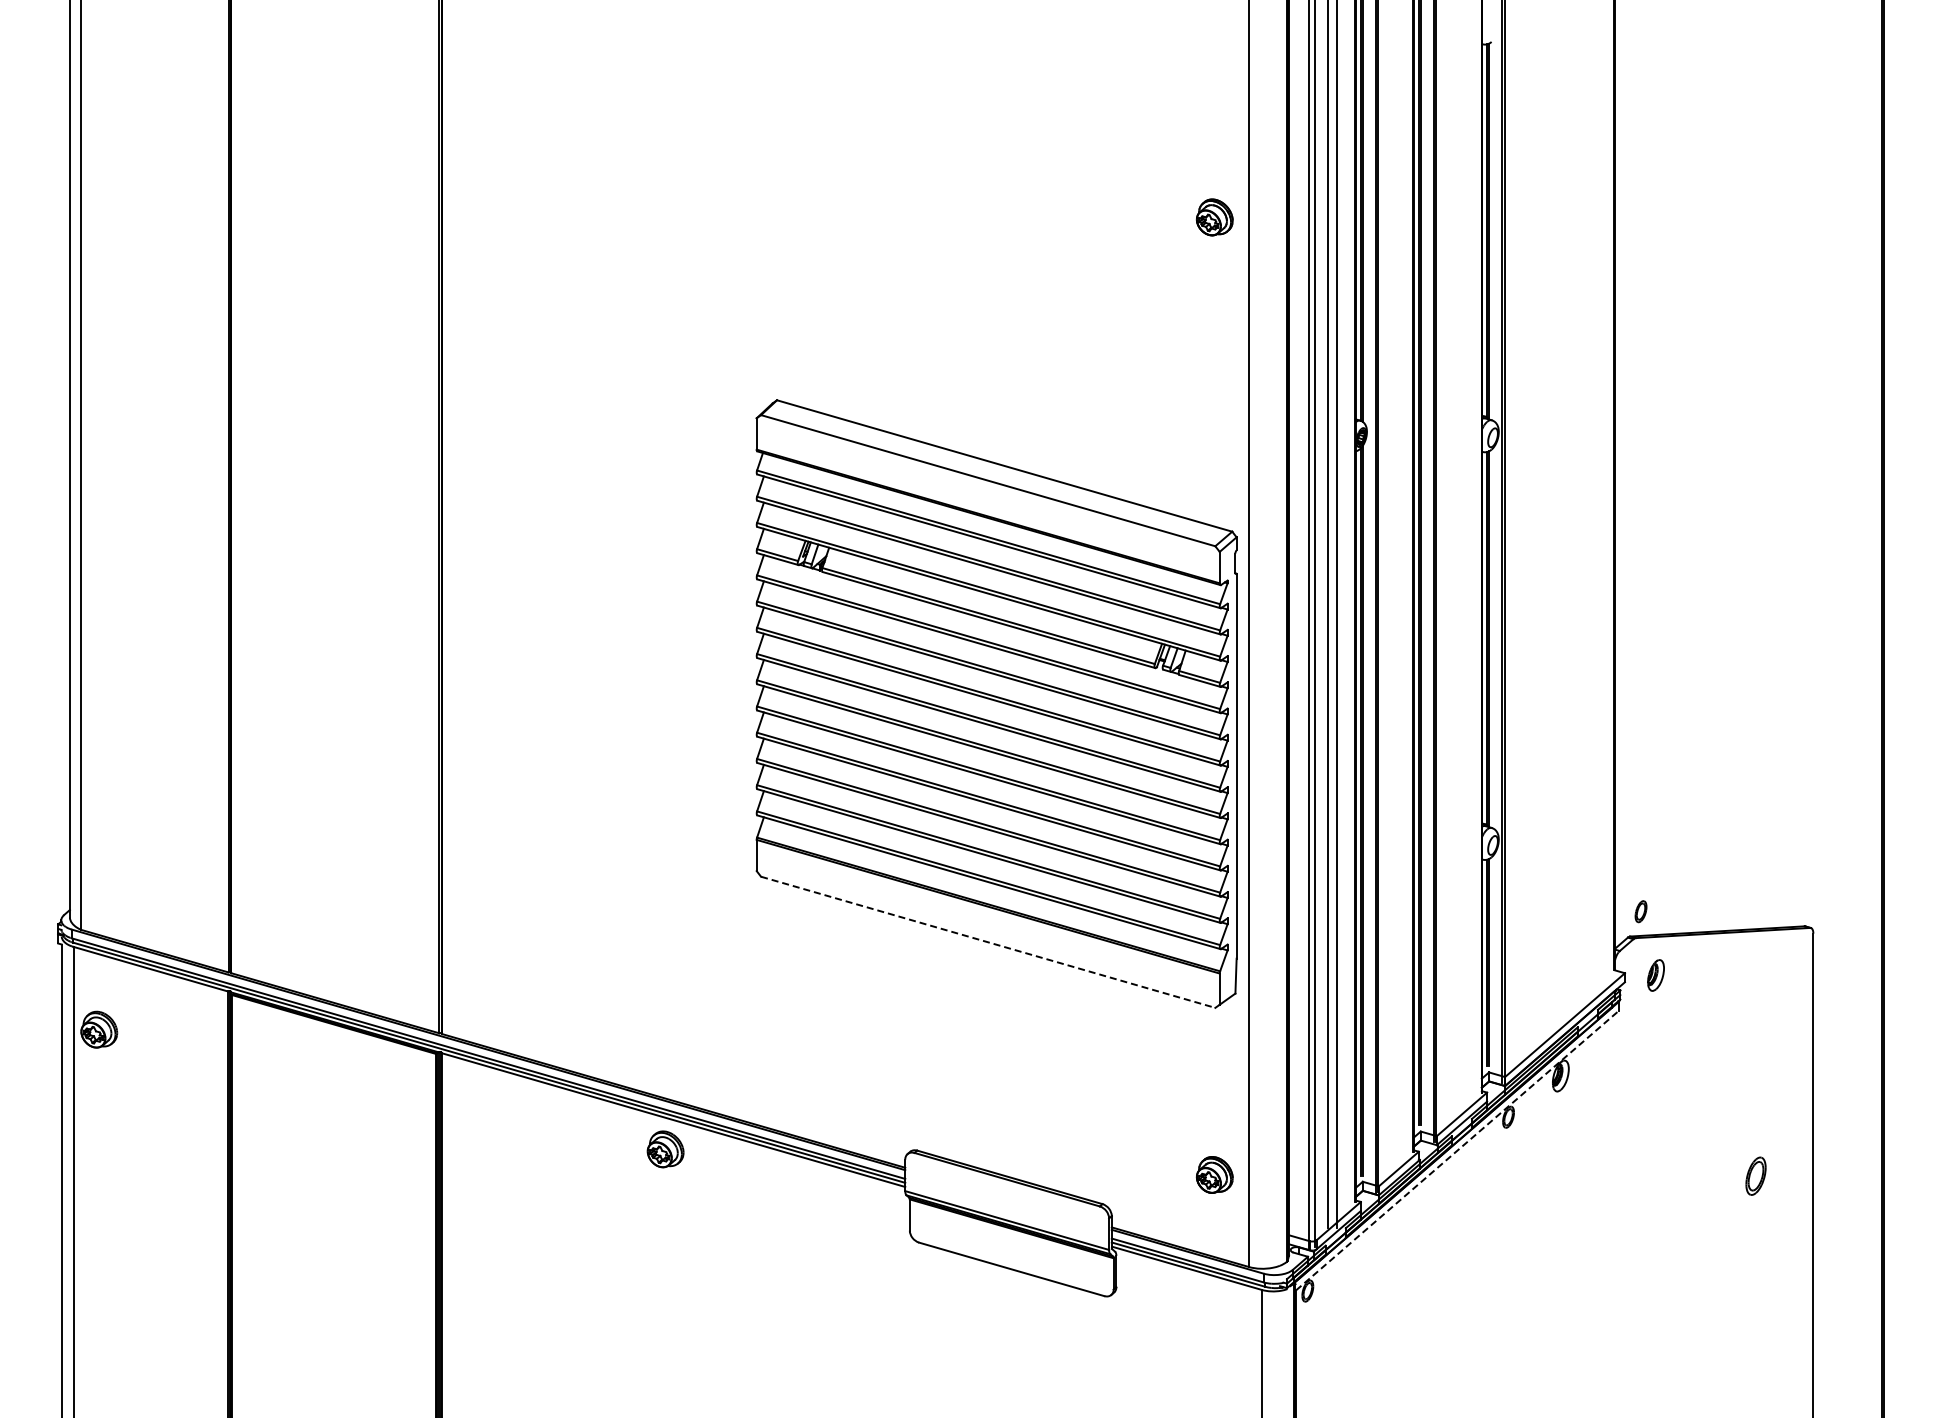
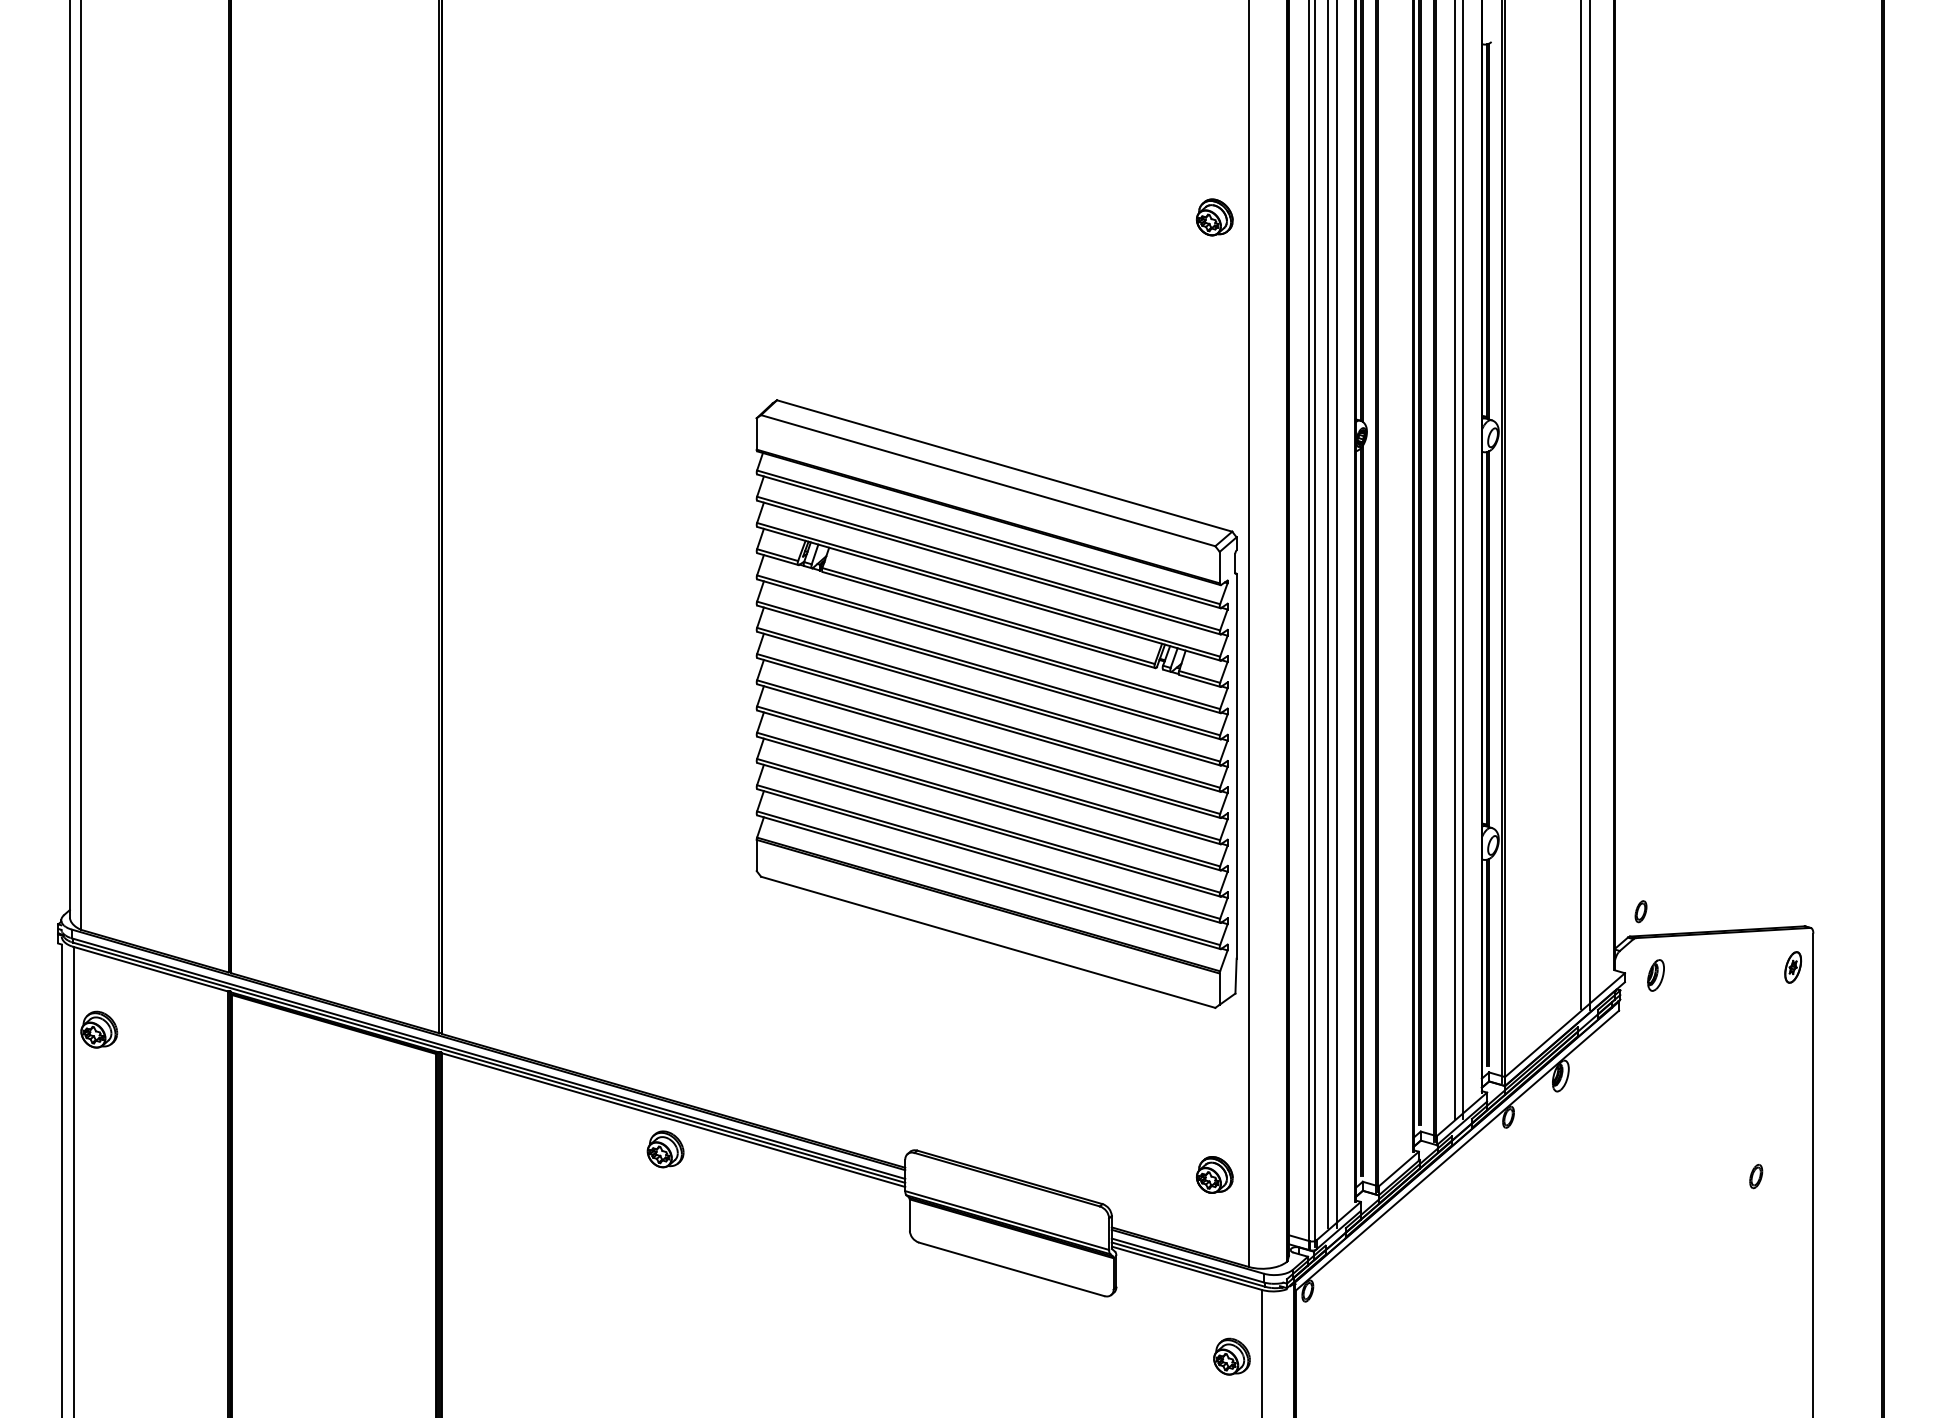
line at (1580, 505): none -> present
line at (1589, 505): none -> present
line at (1454, 560): none -> present
line at (1463, 560): none -> present
line at (988, 942): dashed -> solid
part at (1793, 967): none -> present
line at (1457, 1150): dashed -> solid
part at (1755, 1175) size: 22x40 px -> 15x26 px
part at (1231, 1356): none -> present
